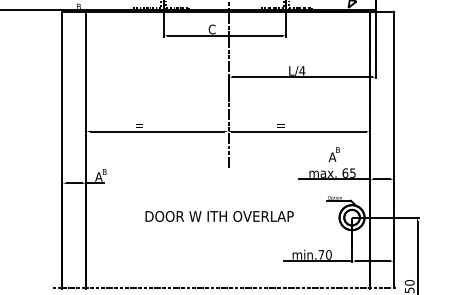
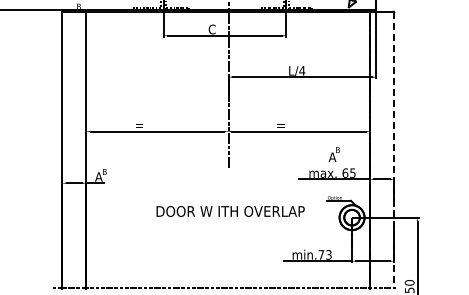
line at (394, 150): solid -> dashed
text at (219, 216) position: (219, 216) -> (230, 211)
text at (328, 254): min.70 -> min.73
